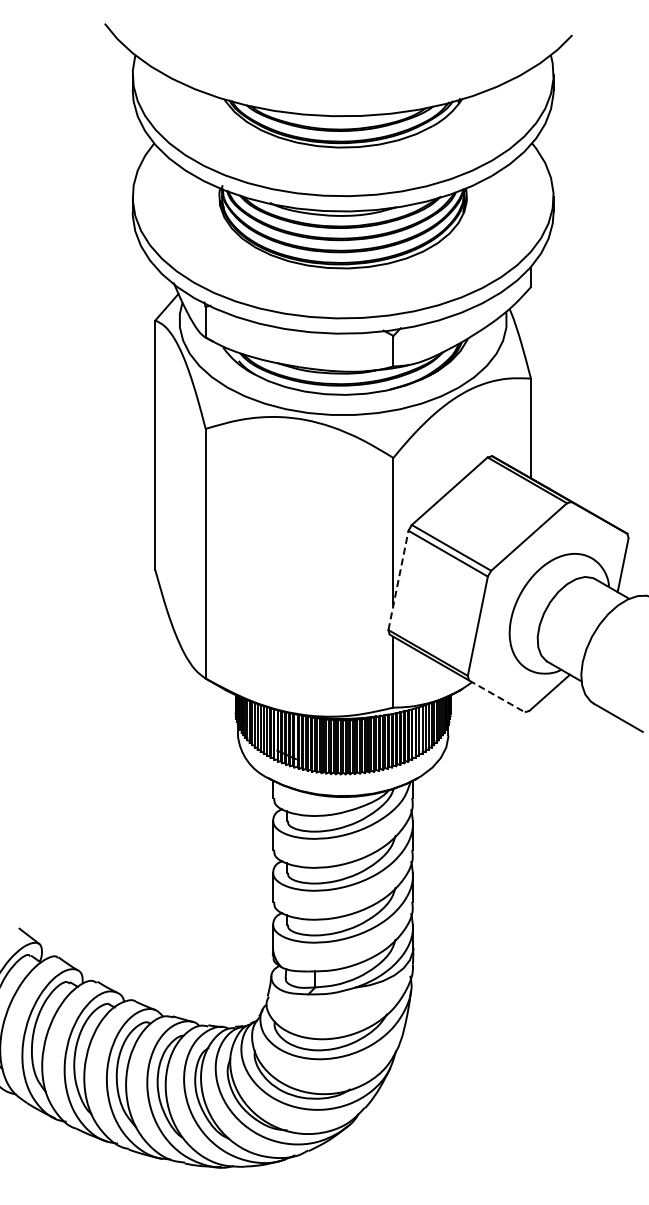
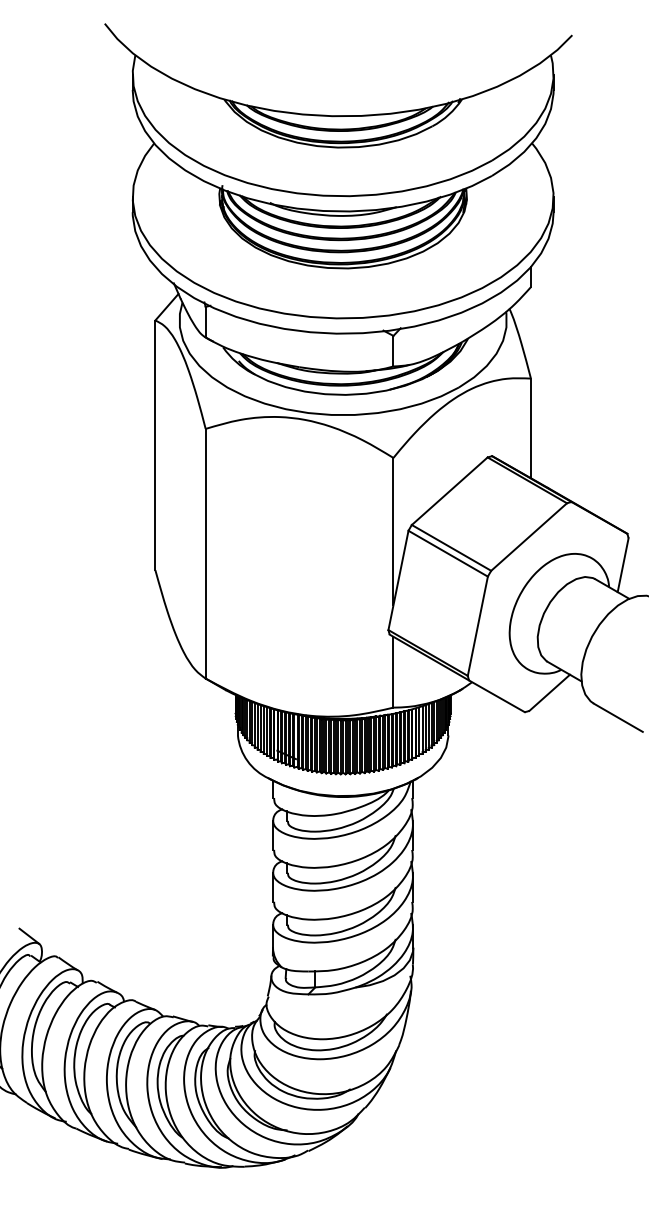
line at (398, 580): dashed -> solid
line at (497, 696): dashed -> solid
